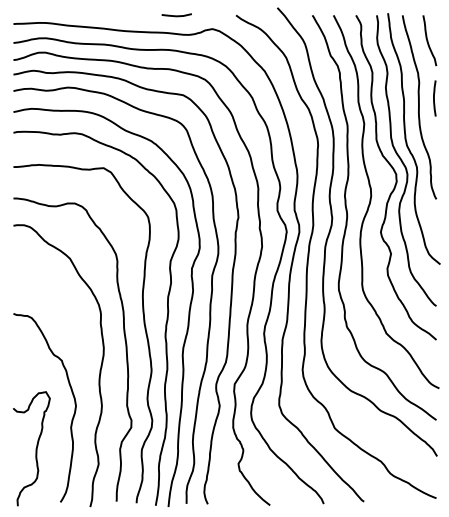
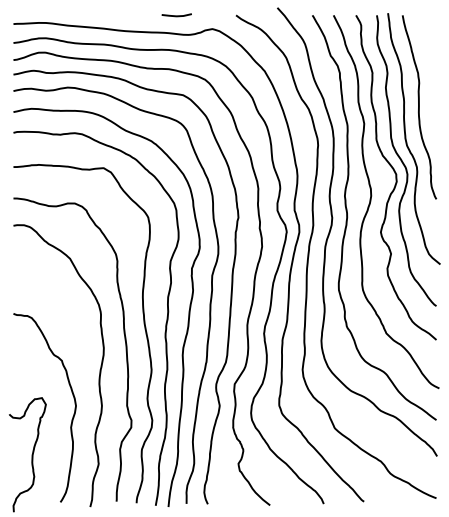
curve at (428, 40): present -> none
line at (434, 98): present -> none
curve at (35, 448) position: (35, 448) -> (31, 454)
